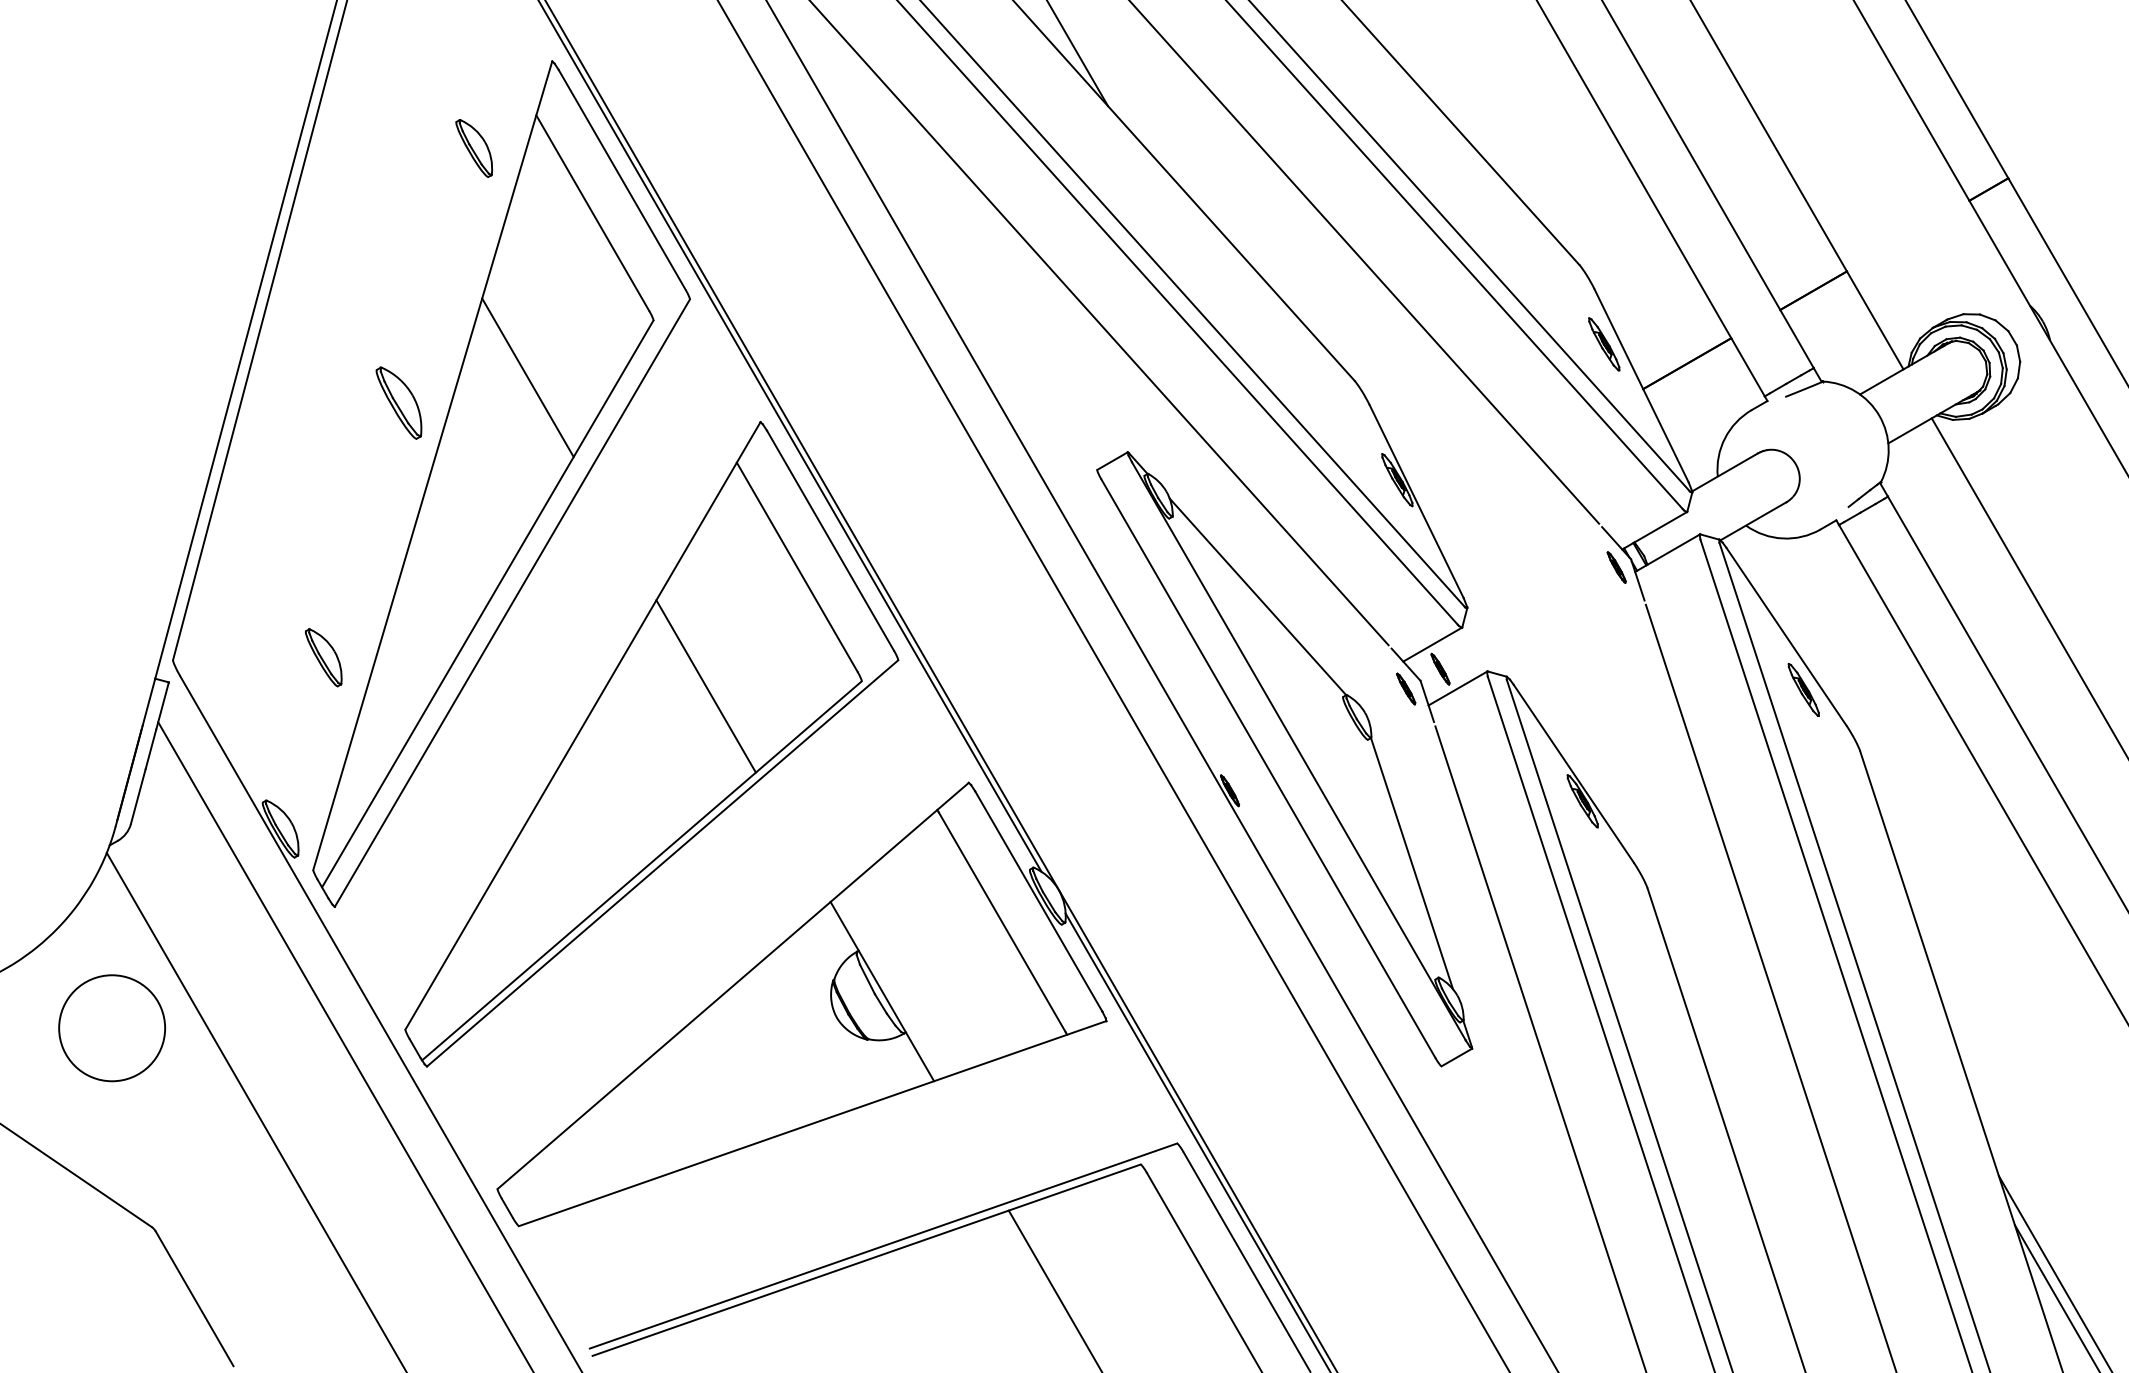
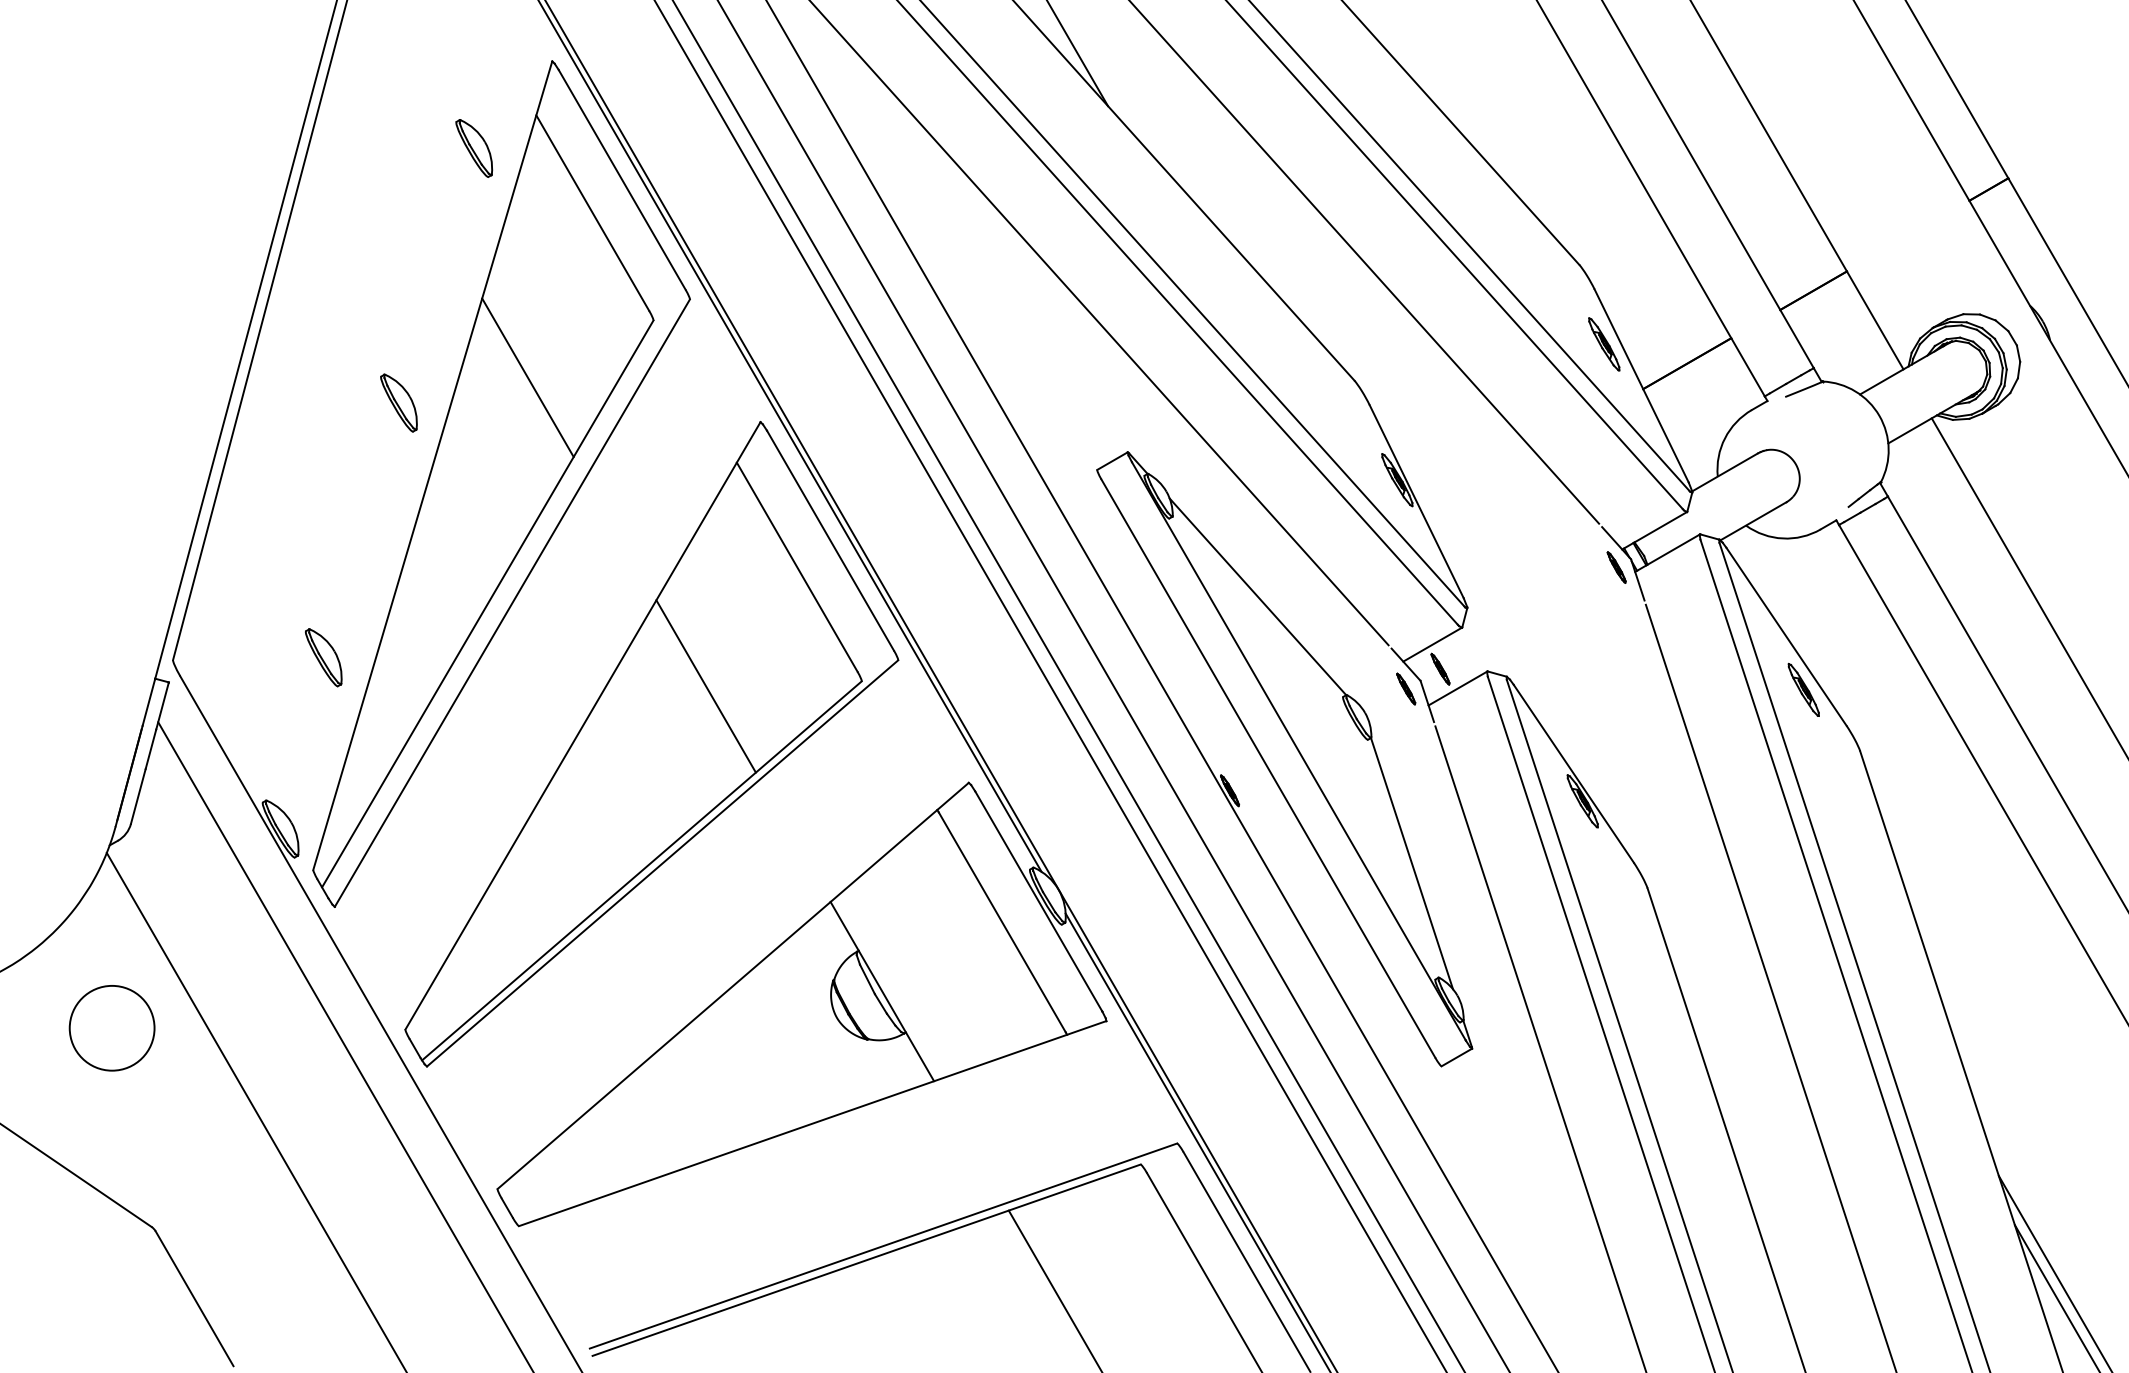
part at (398, 402) size: 48x74 px -> 38x60 px
line at (1050, 685): none -> present
line at (1068, 685): none -> present
circle at (112, 1028) diameter: 106 px -> 85 px
